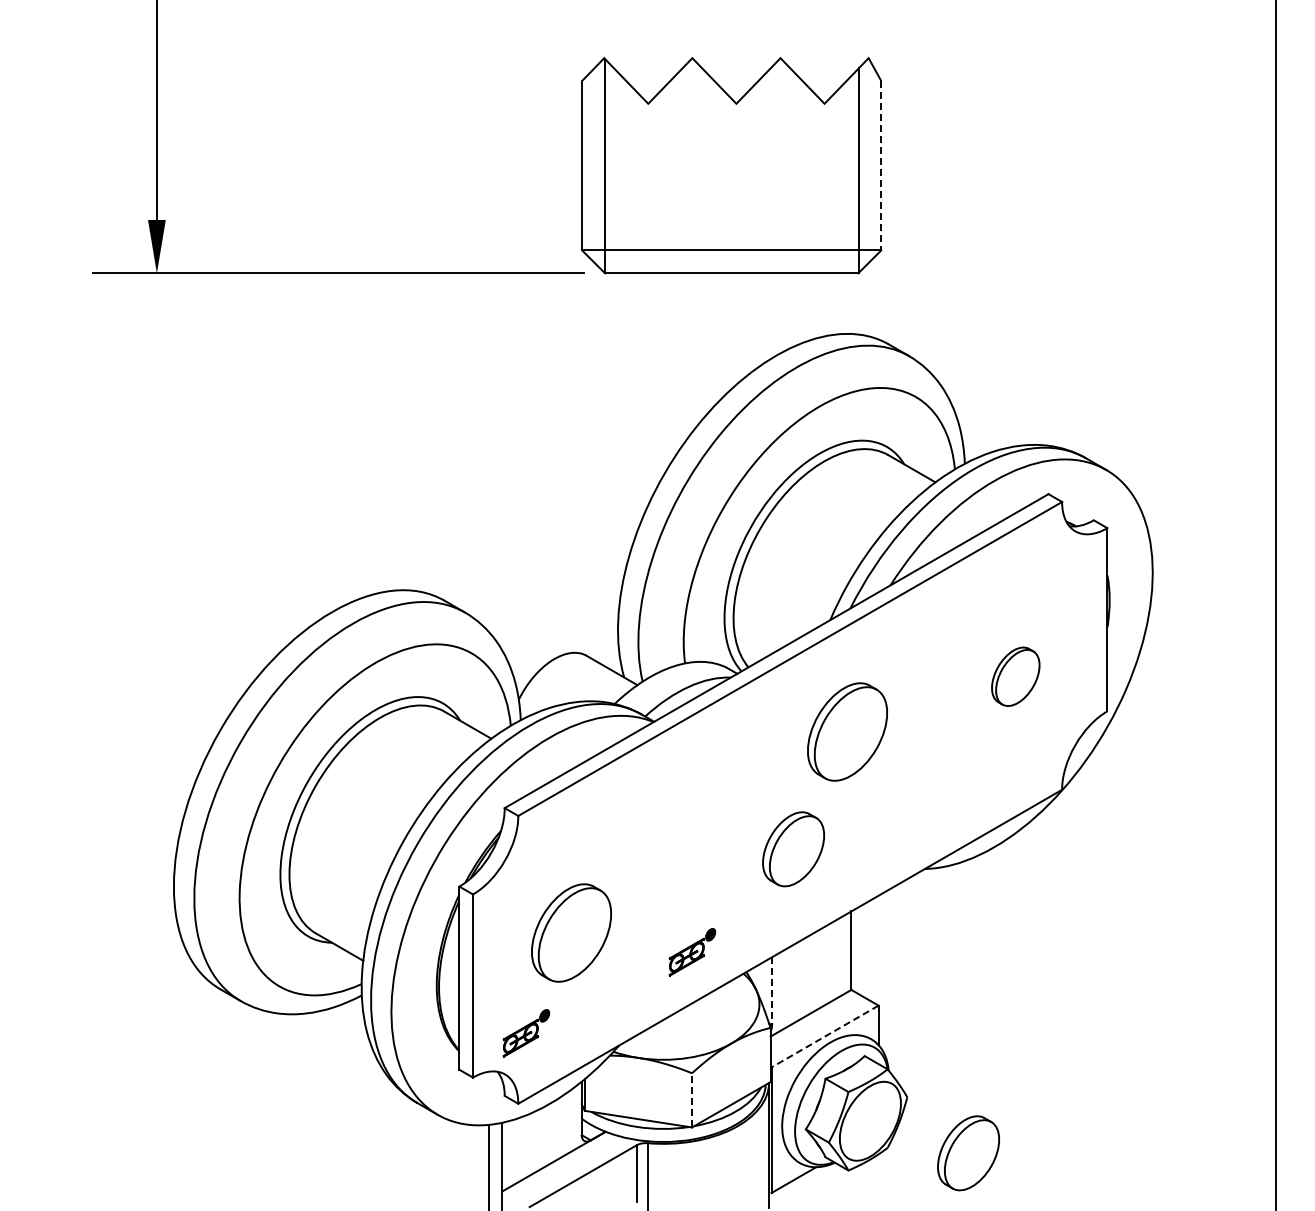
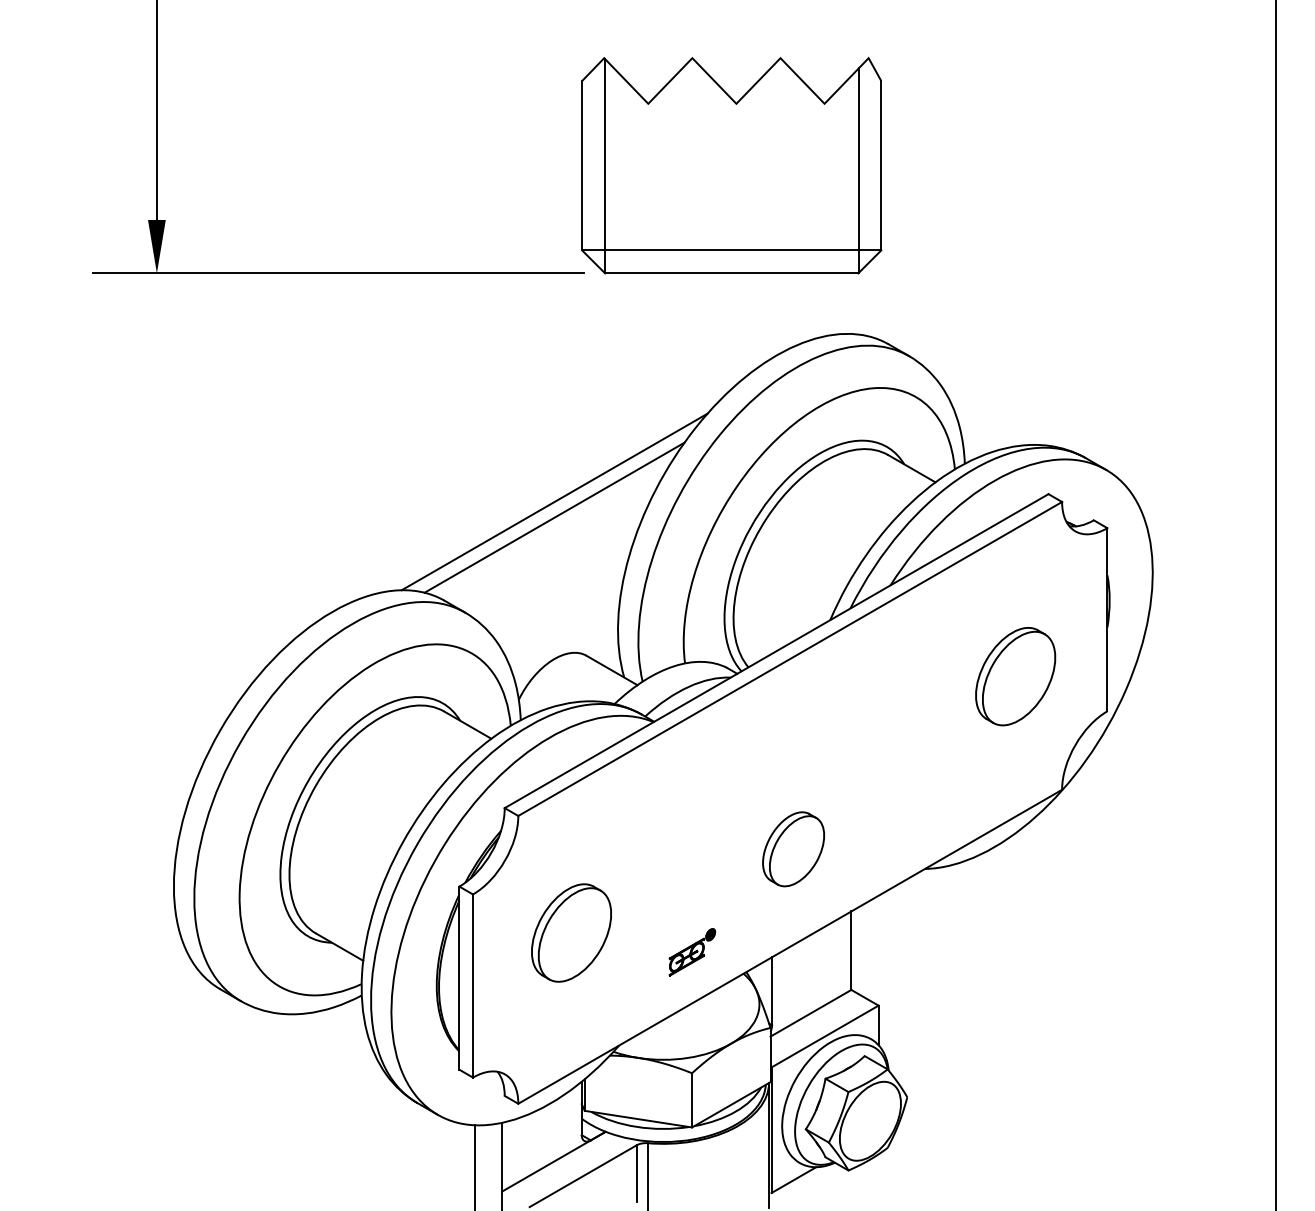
line at (881, 165): dashed -> solid
line at (554, 501): none -> present
line at (554, 517): none -> present
part at (1015, 676) size: 50x61 px -> 82x100 px
part at (847, 731): present -> none
line at (772, 991): dashed -> solid
part at (526, 1033): present -> none
line at (825, 1036): dashed -> solid
line at (692, 1099): dashed -> solid
part at (968, 1153): present -> none
line at (489, 1166) position: (489, 1166) -> (475, 1166)
